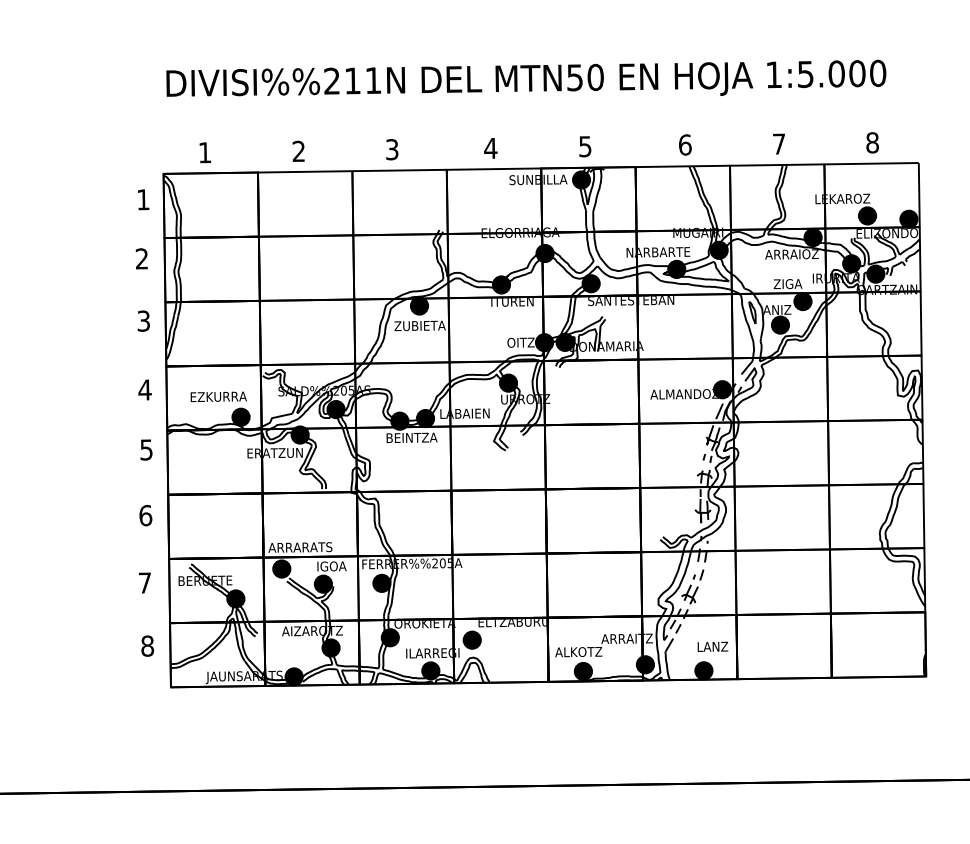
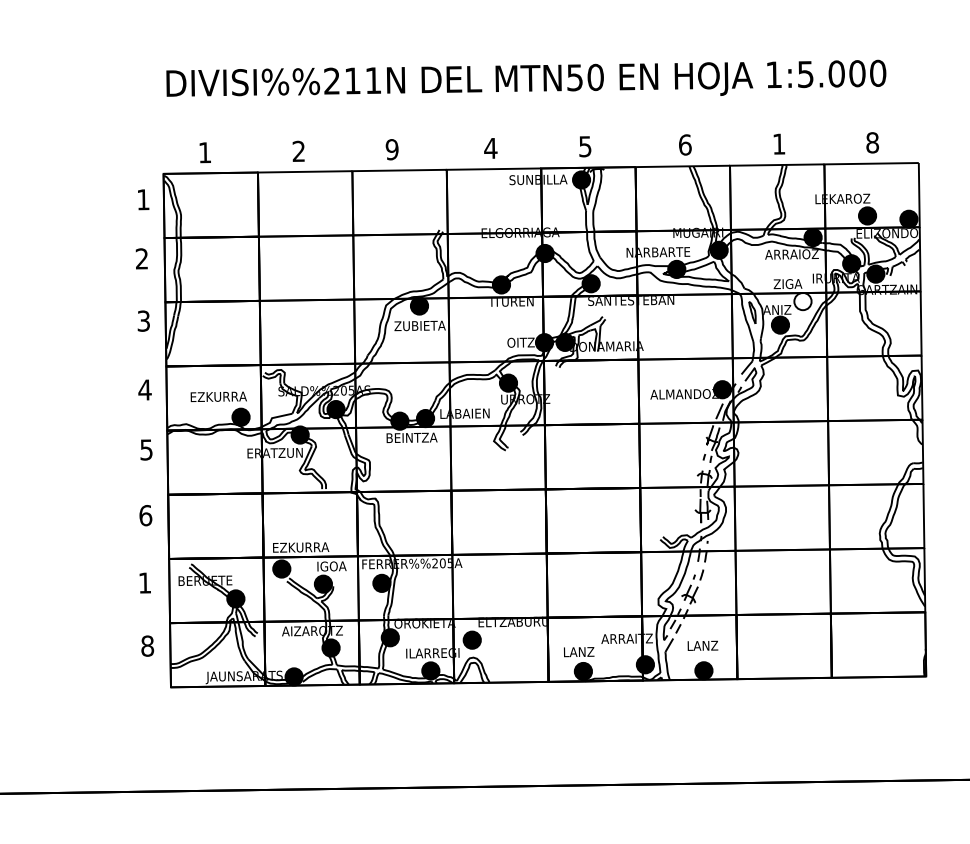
text at (779, 143): 7 -> 1
text at (391, 149): 3 -> 9
fill at (802, 301): present -> none
text at (300, 547): ARRARATS -> EZKURRA
text at (144, 582): 7 -> 1
text at (712, 646) position: (712, 646) -> (702, 645)
text at (578, 652): ALKOTZ -> LANZ
